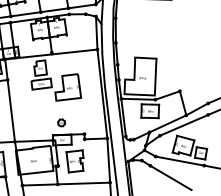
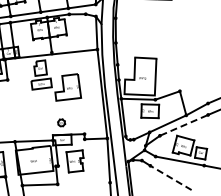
line at (10, 110): present -> none
line at (183, 125): solid -> dashed
line at (170, 177): solid -> dashed
line at (83, 183): present -> none
